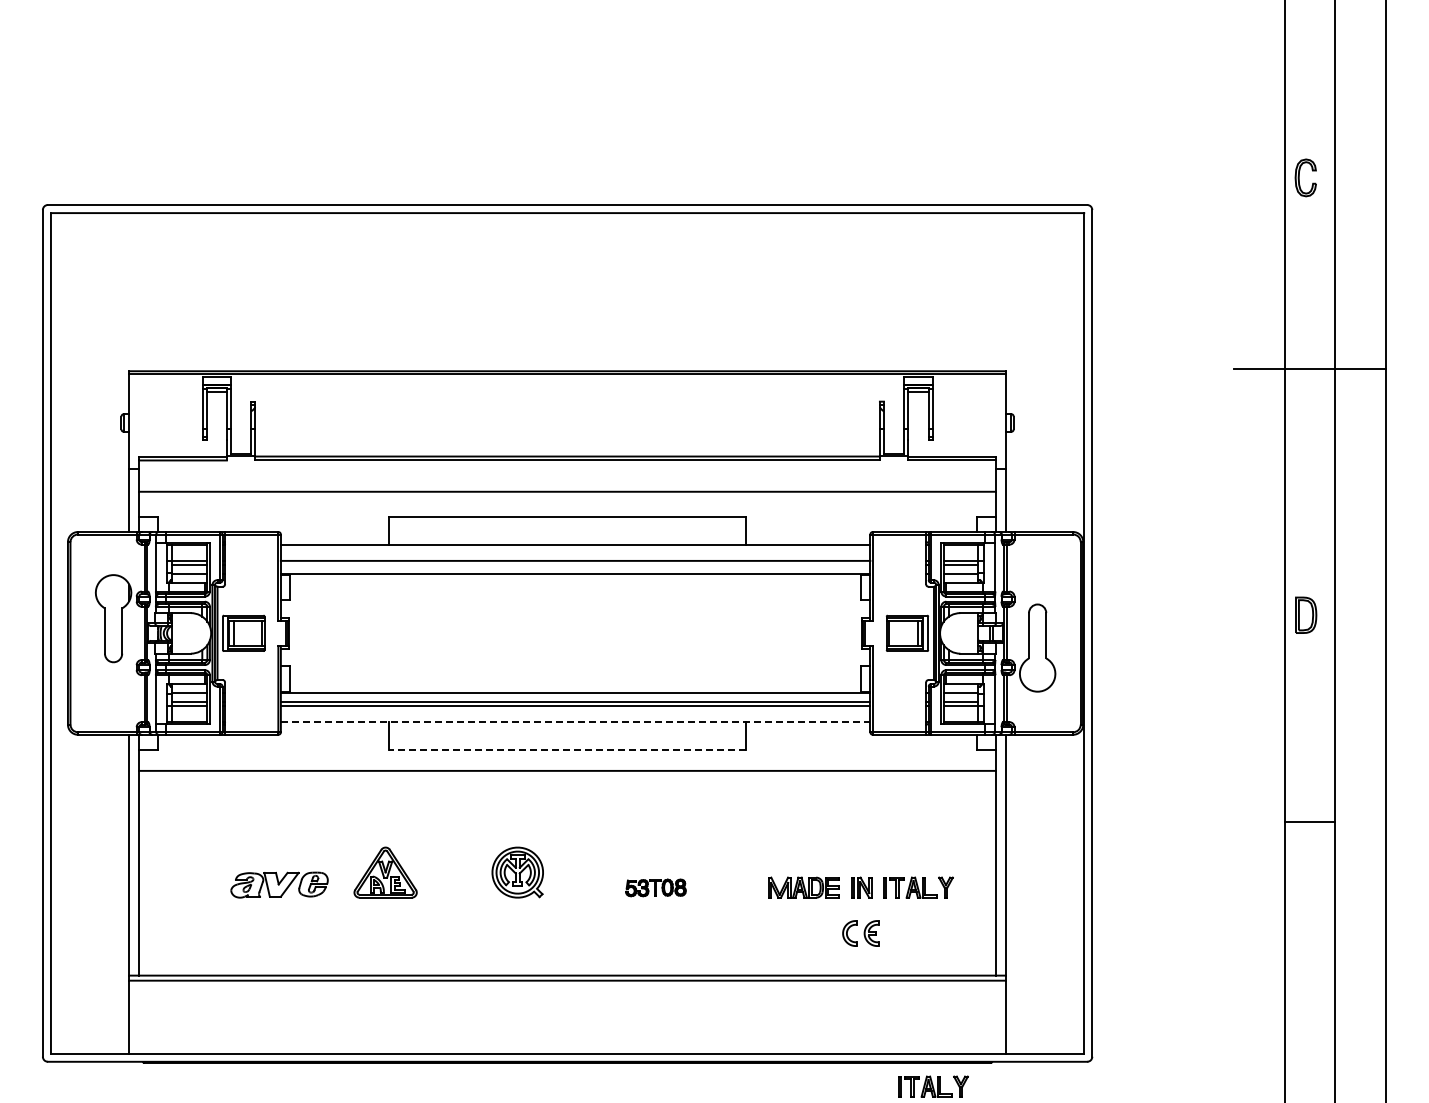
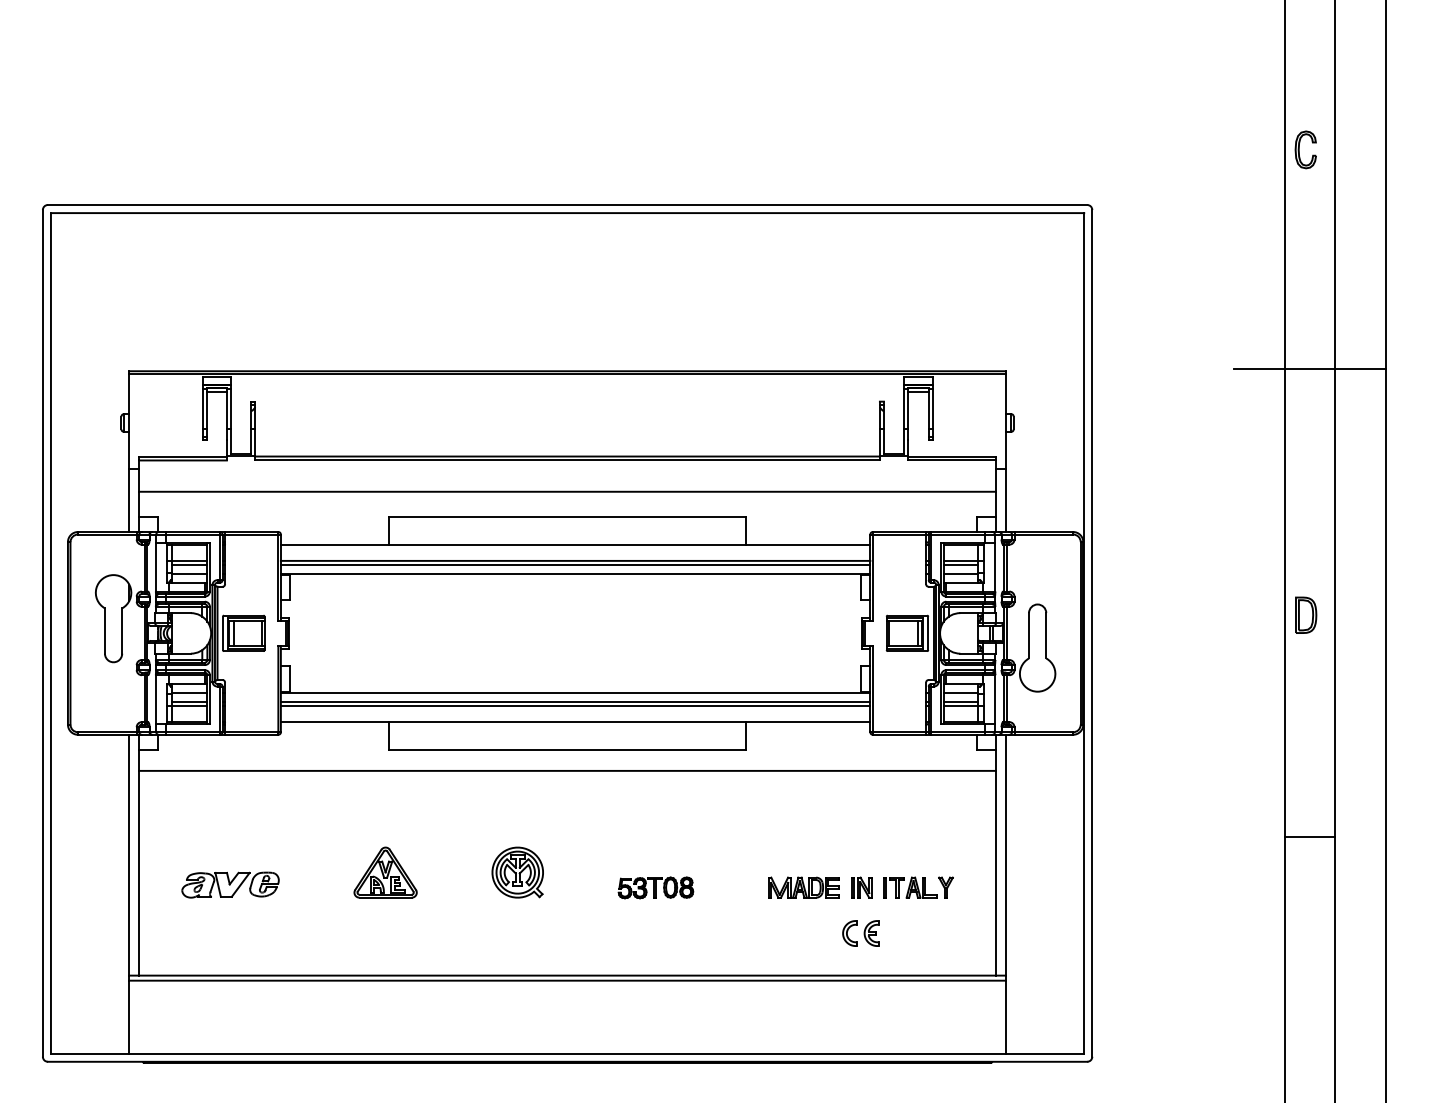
part at (1305, 177) position: (1305, 177) -> (1305, 149)
line at (575, 564): none -> present
line at (575, 722): dashed -> solid
line at (567, 750): dashed -> solid
line at (1309, 822) position: (1309, 822) -> (1309, 837)
part at (279, 884) position: (279, 884) -> (230, 884)
part at (655, 887) size: 62x20 px -> 78x24 px
part at (933, 1086): present -> none
